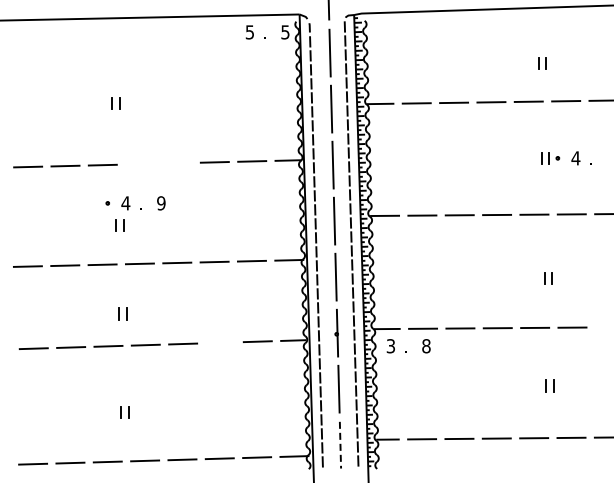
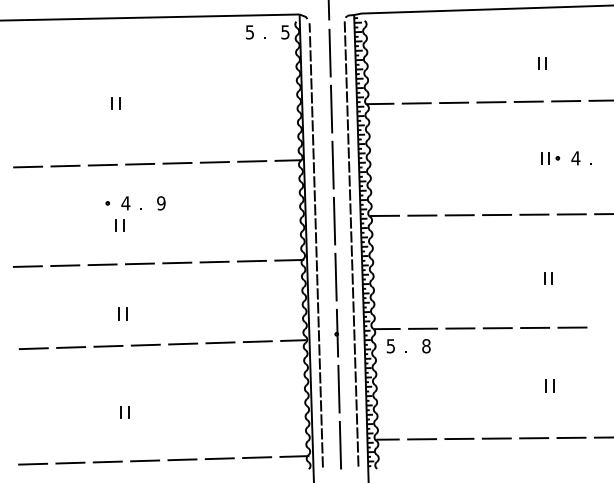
line at (155, 163): none -> present
line at (220, 342): none -> present
text at (390, 345): 3 -> 5
line at (340, 445): dashed -> solid
